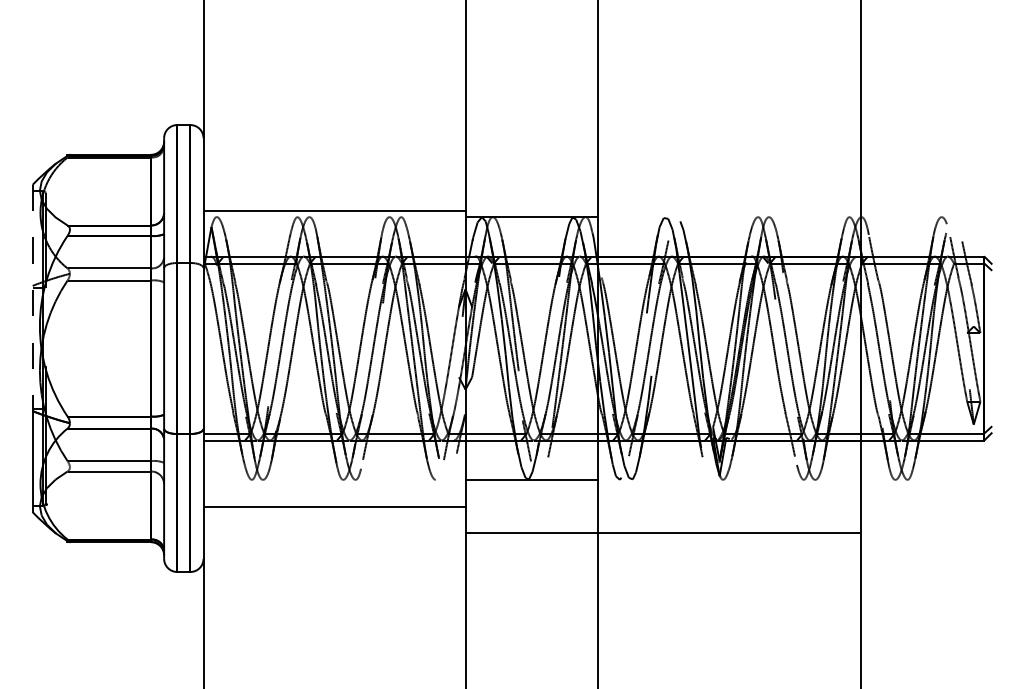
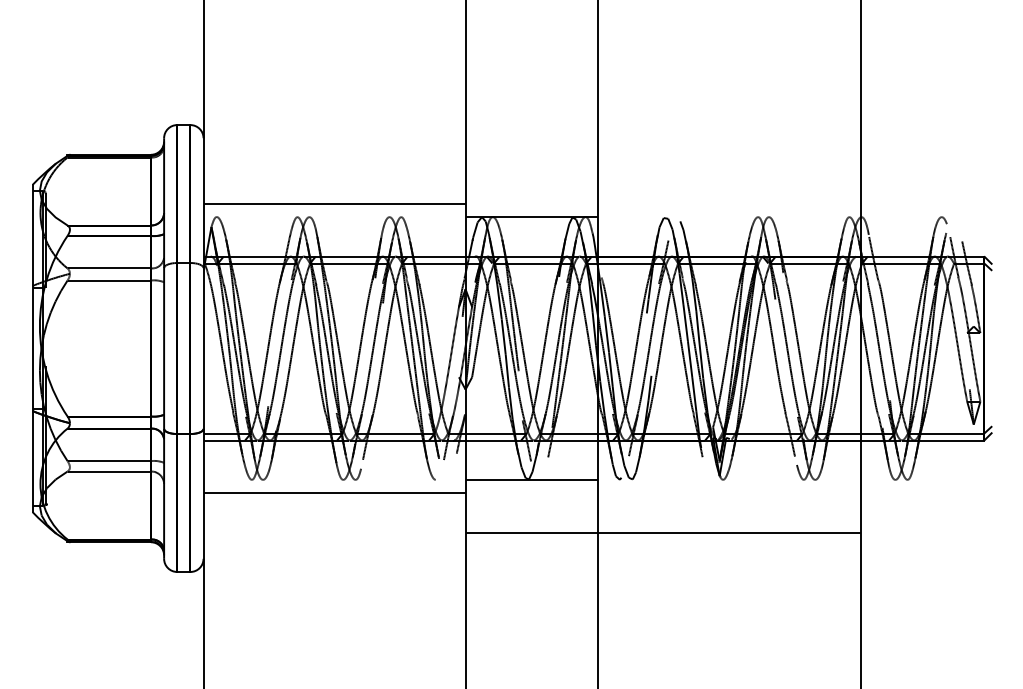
line at (334, 210) position: (334, 210) -> (334, 203)
line at (32, 298): dashed -> solid
line at (334, 507) position: (334, 507) -> (334, 493)
